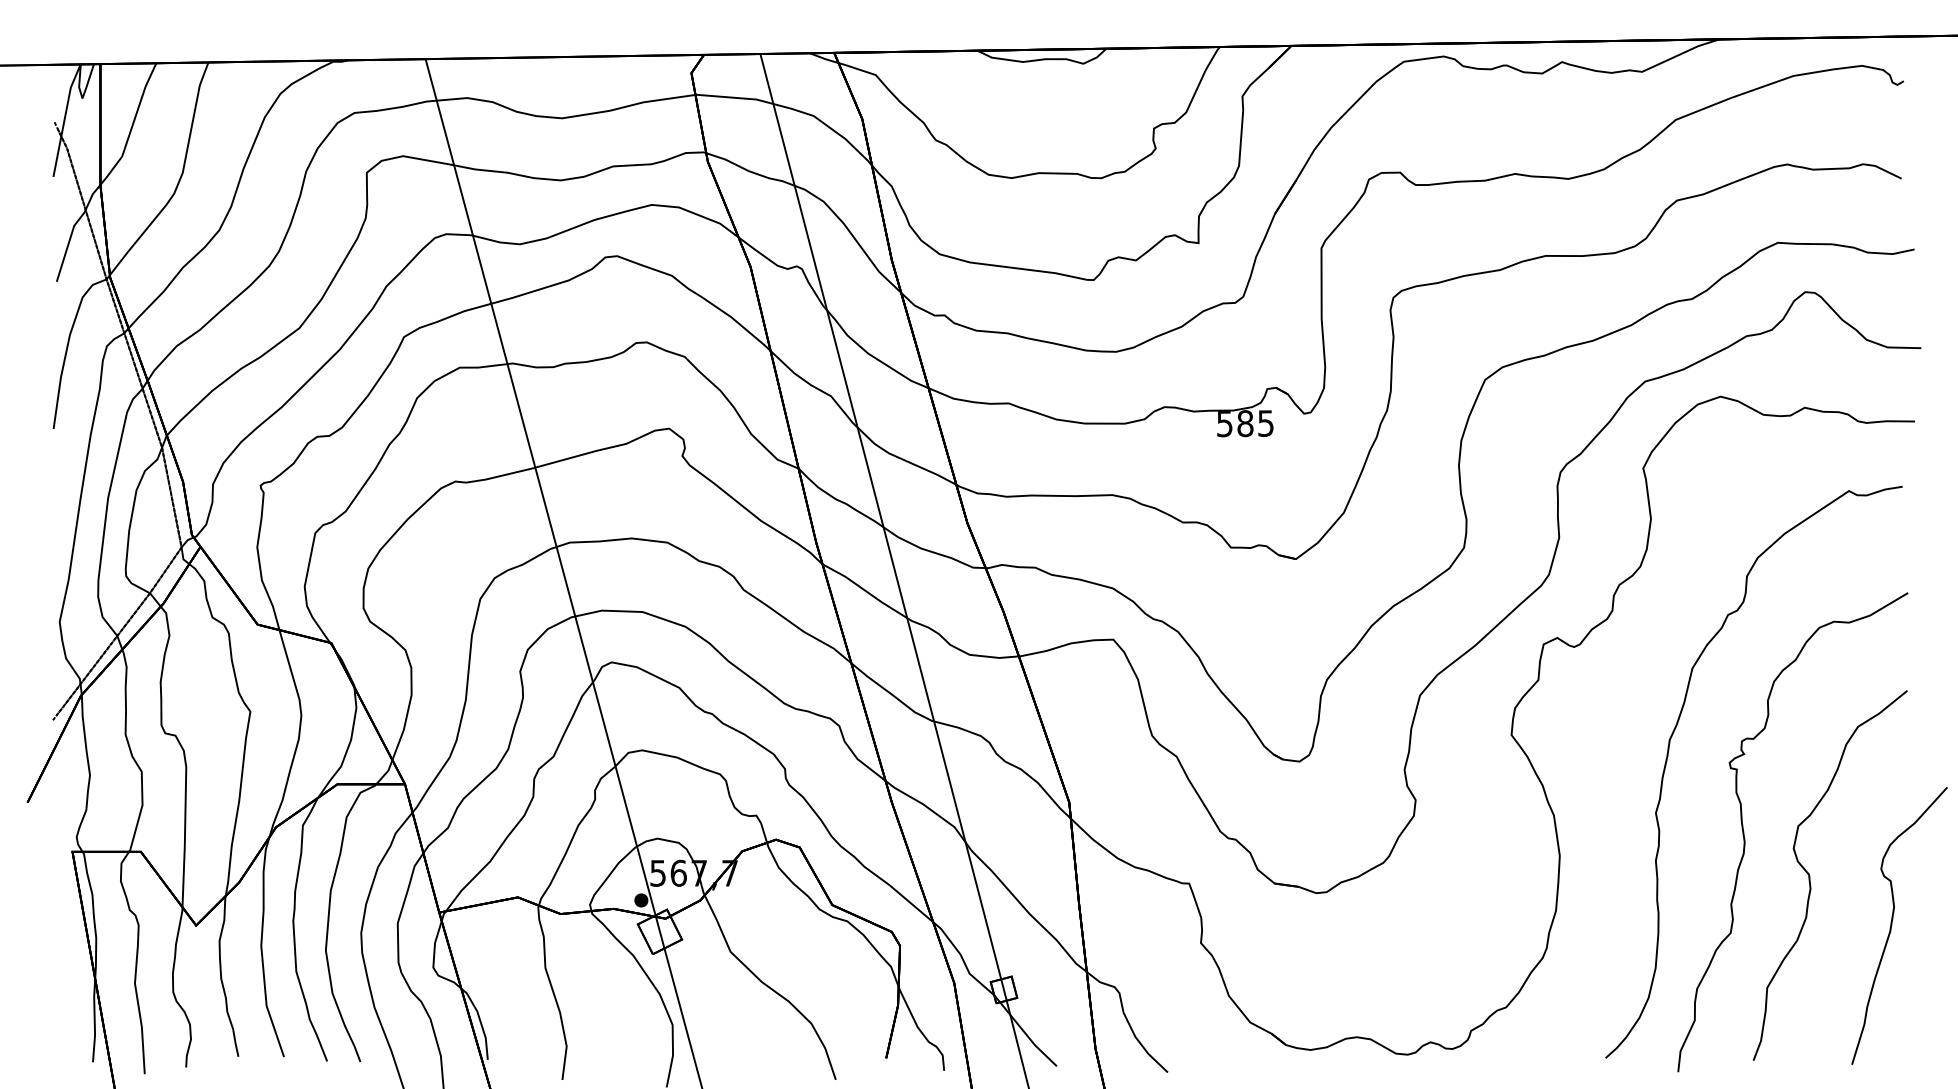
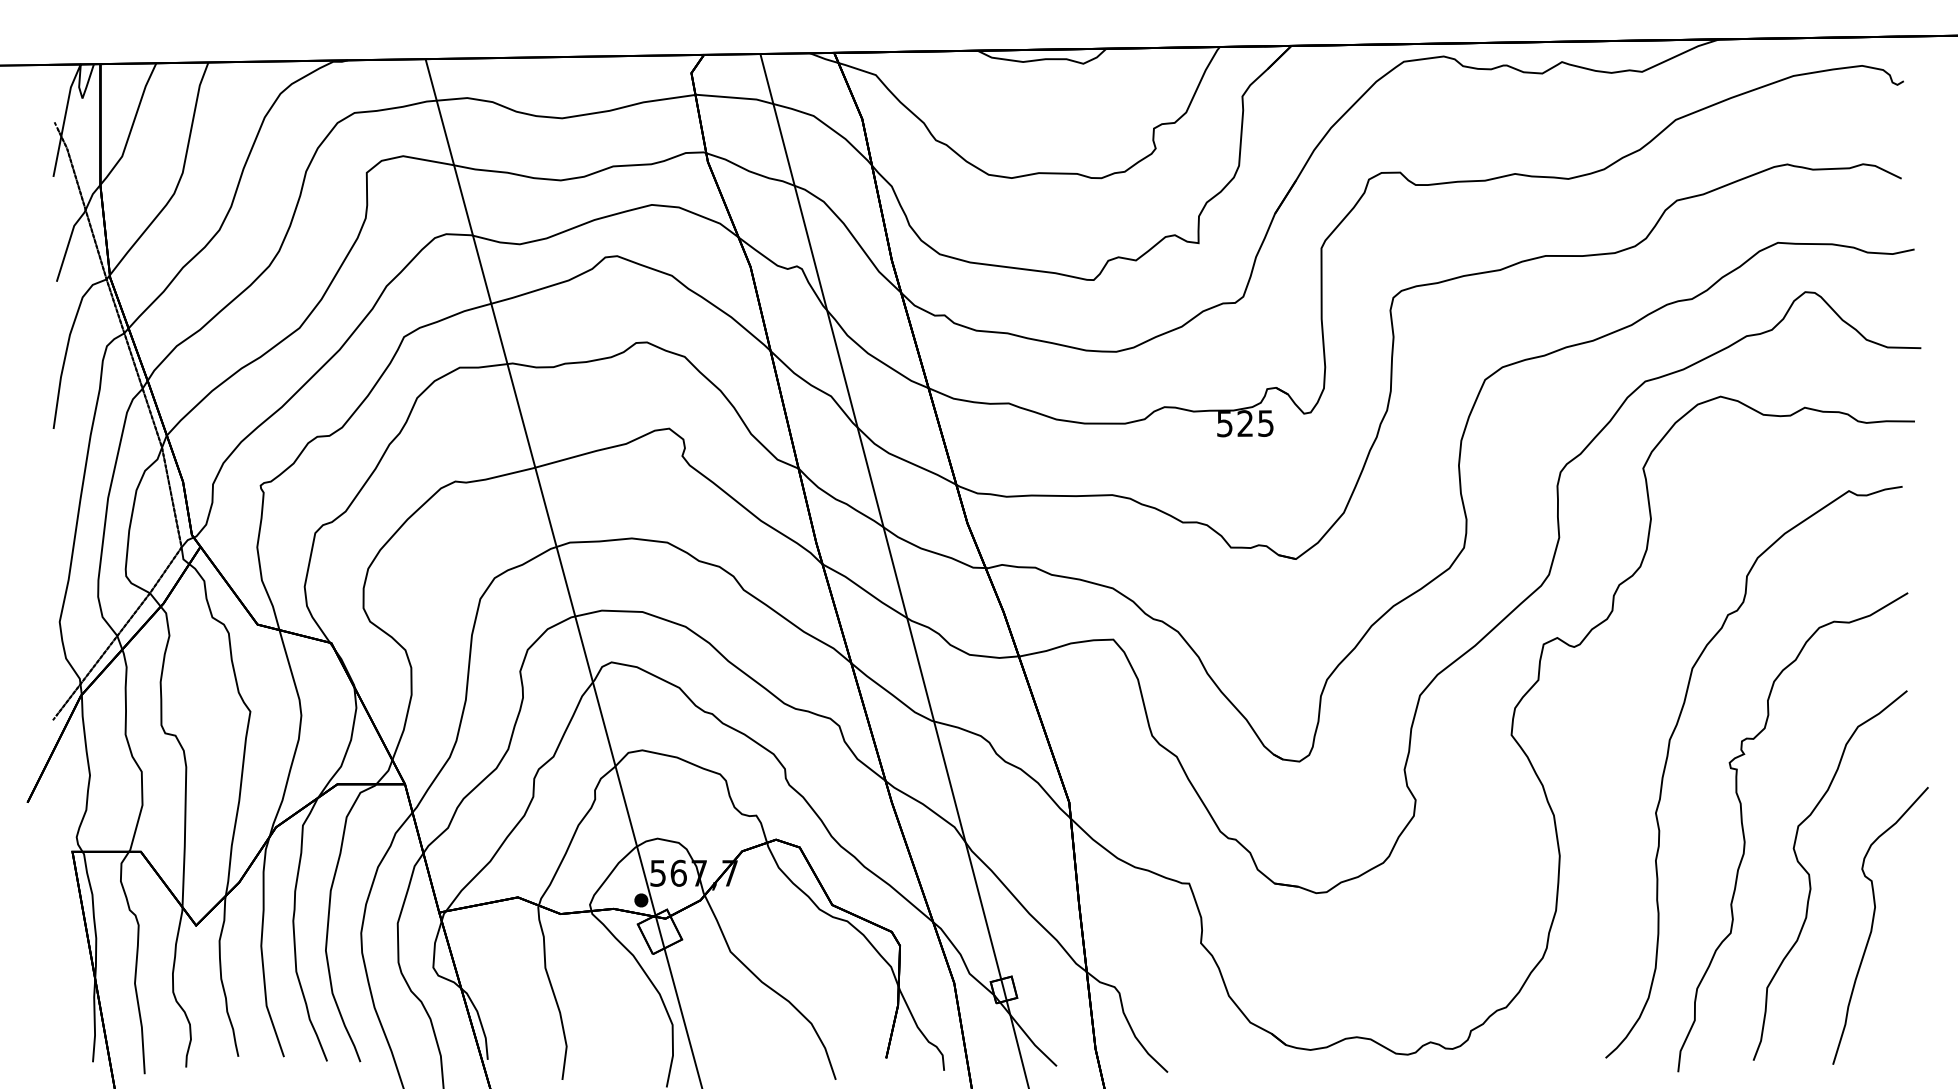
text at (1245, 423): 585 -> 525
part at (1892, 925) position: (1892, 925) -> (1873, 925)
